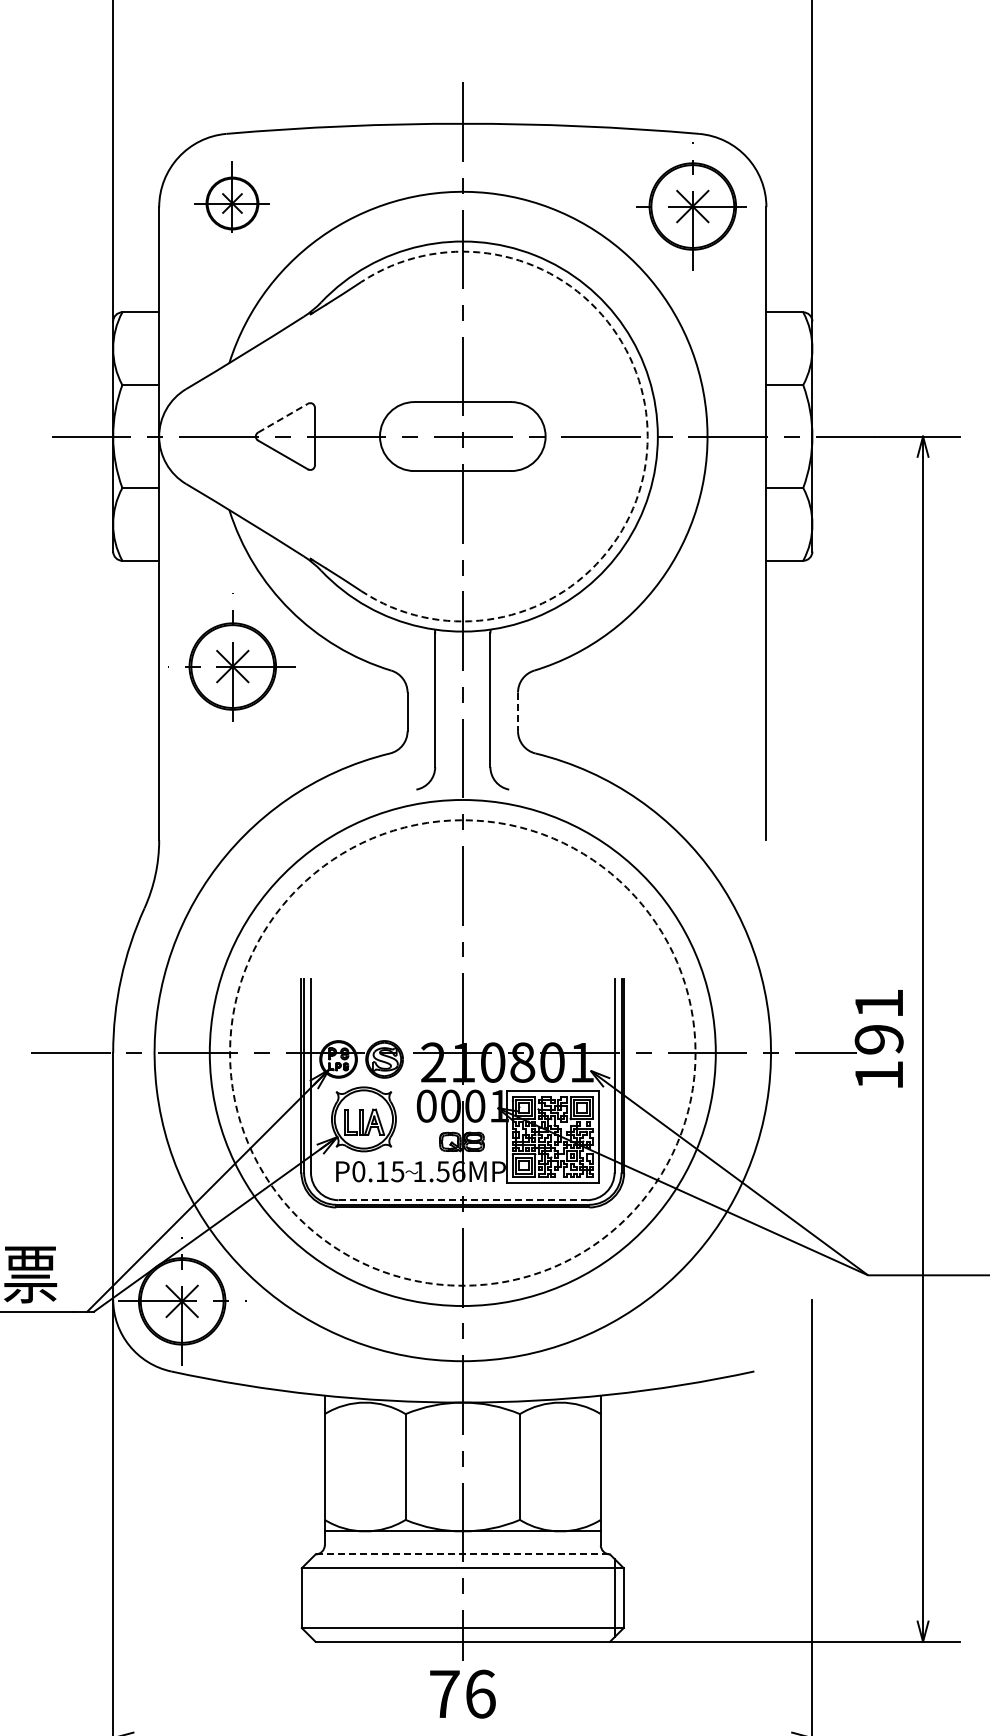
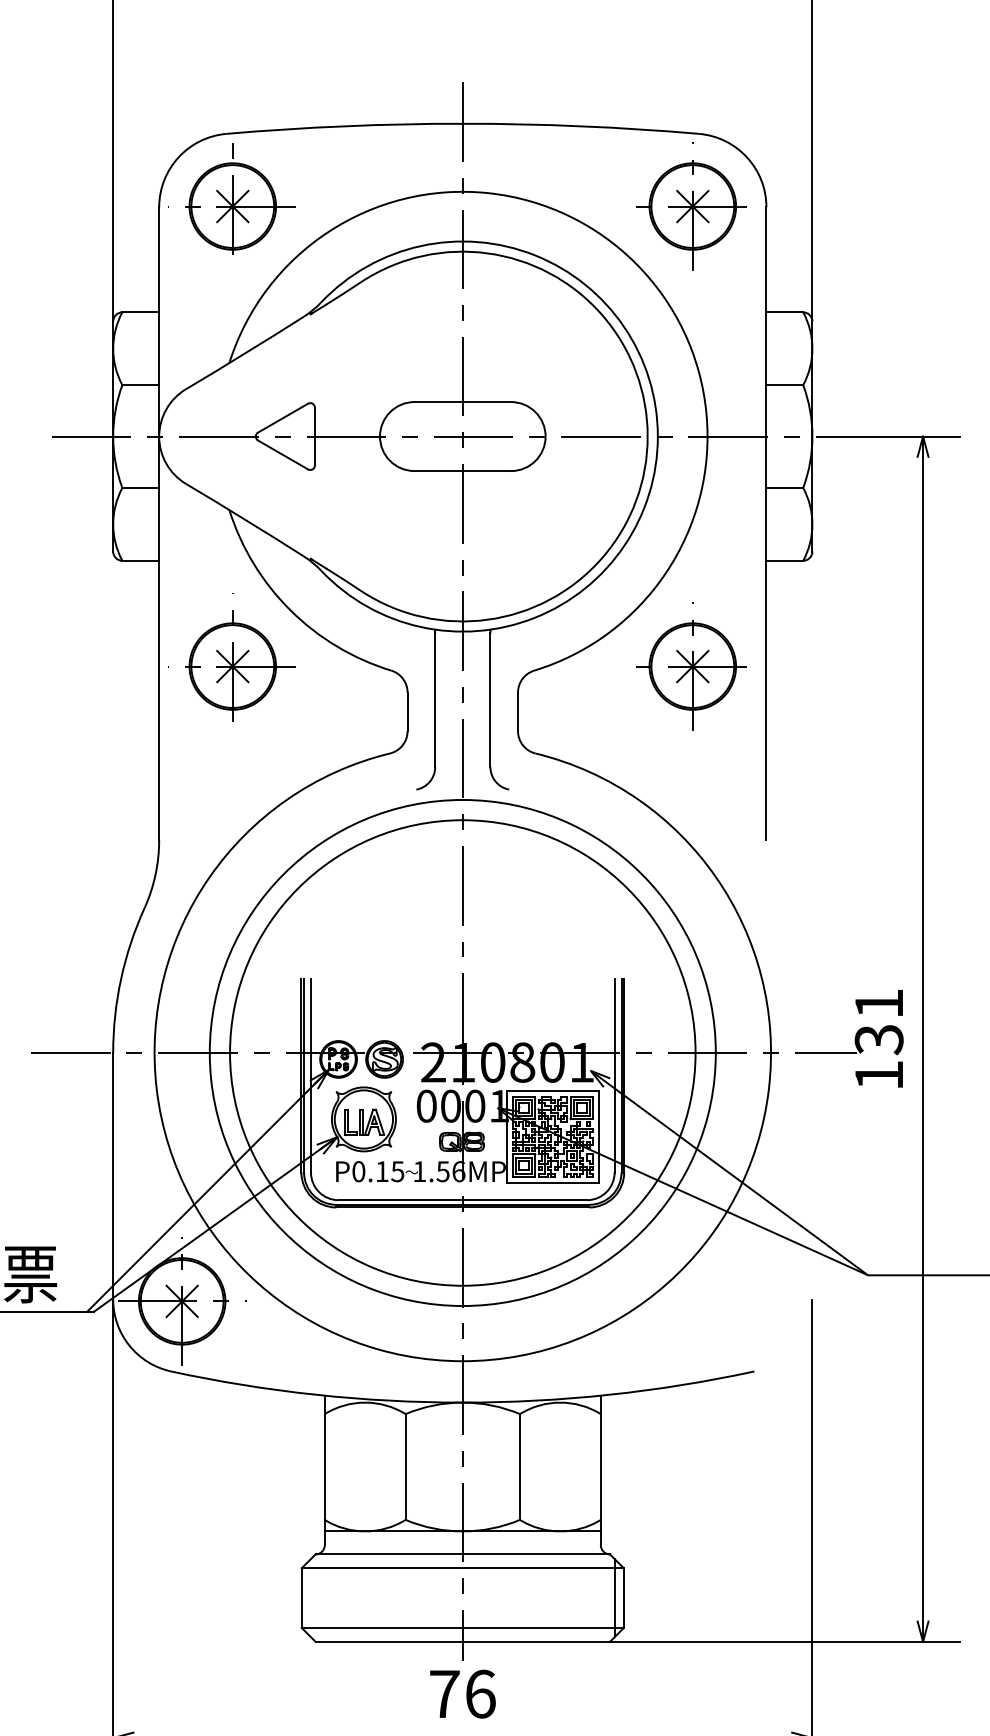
part at (231, 196) size: 76x72 px -> 128x112 px
line at (283, 418): dashed -> solid
arc at (647, 436): dashed -> solid
part at (691, 666): none -> present
line at (518, 712): dashed -> solid
text at (878, 1040): 191 -> 131
circle at (462, 1052): dashed -> solid
line at (463, 1200): dashed -> solid
line at (463, 1554): dashed -> solid
